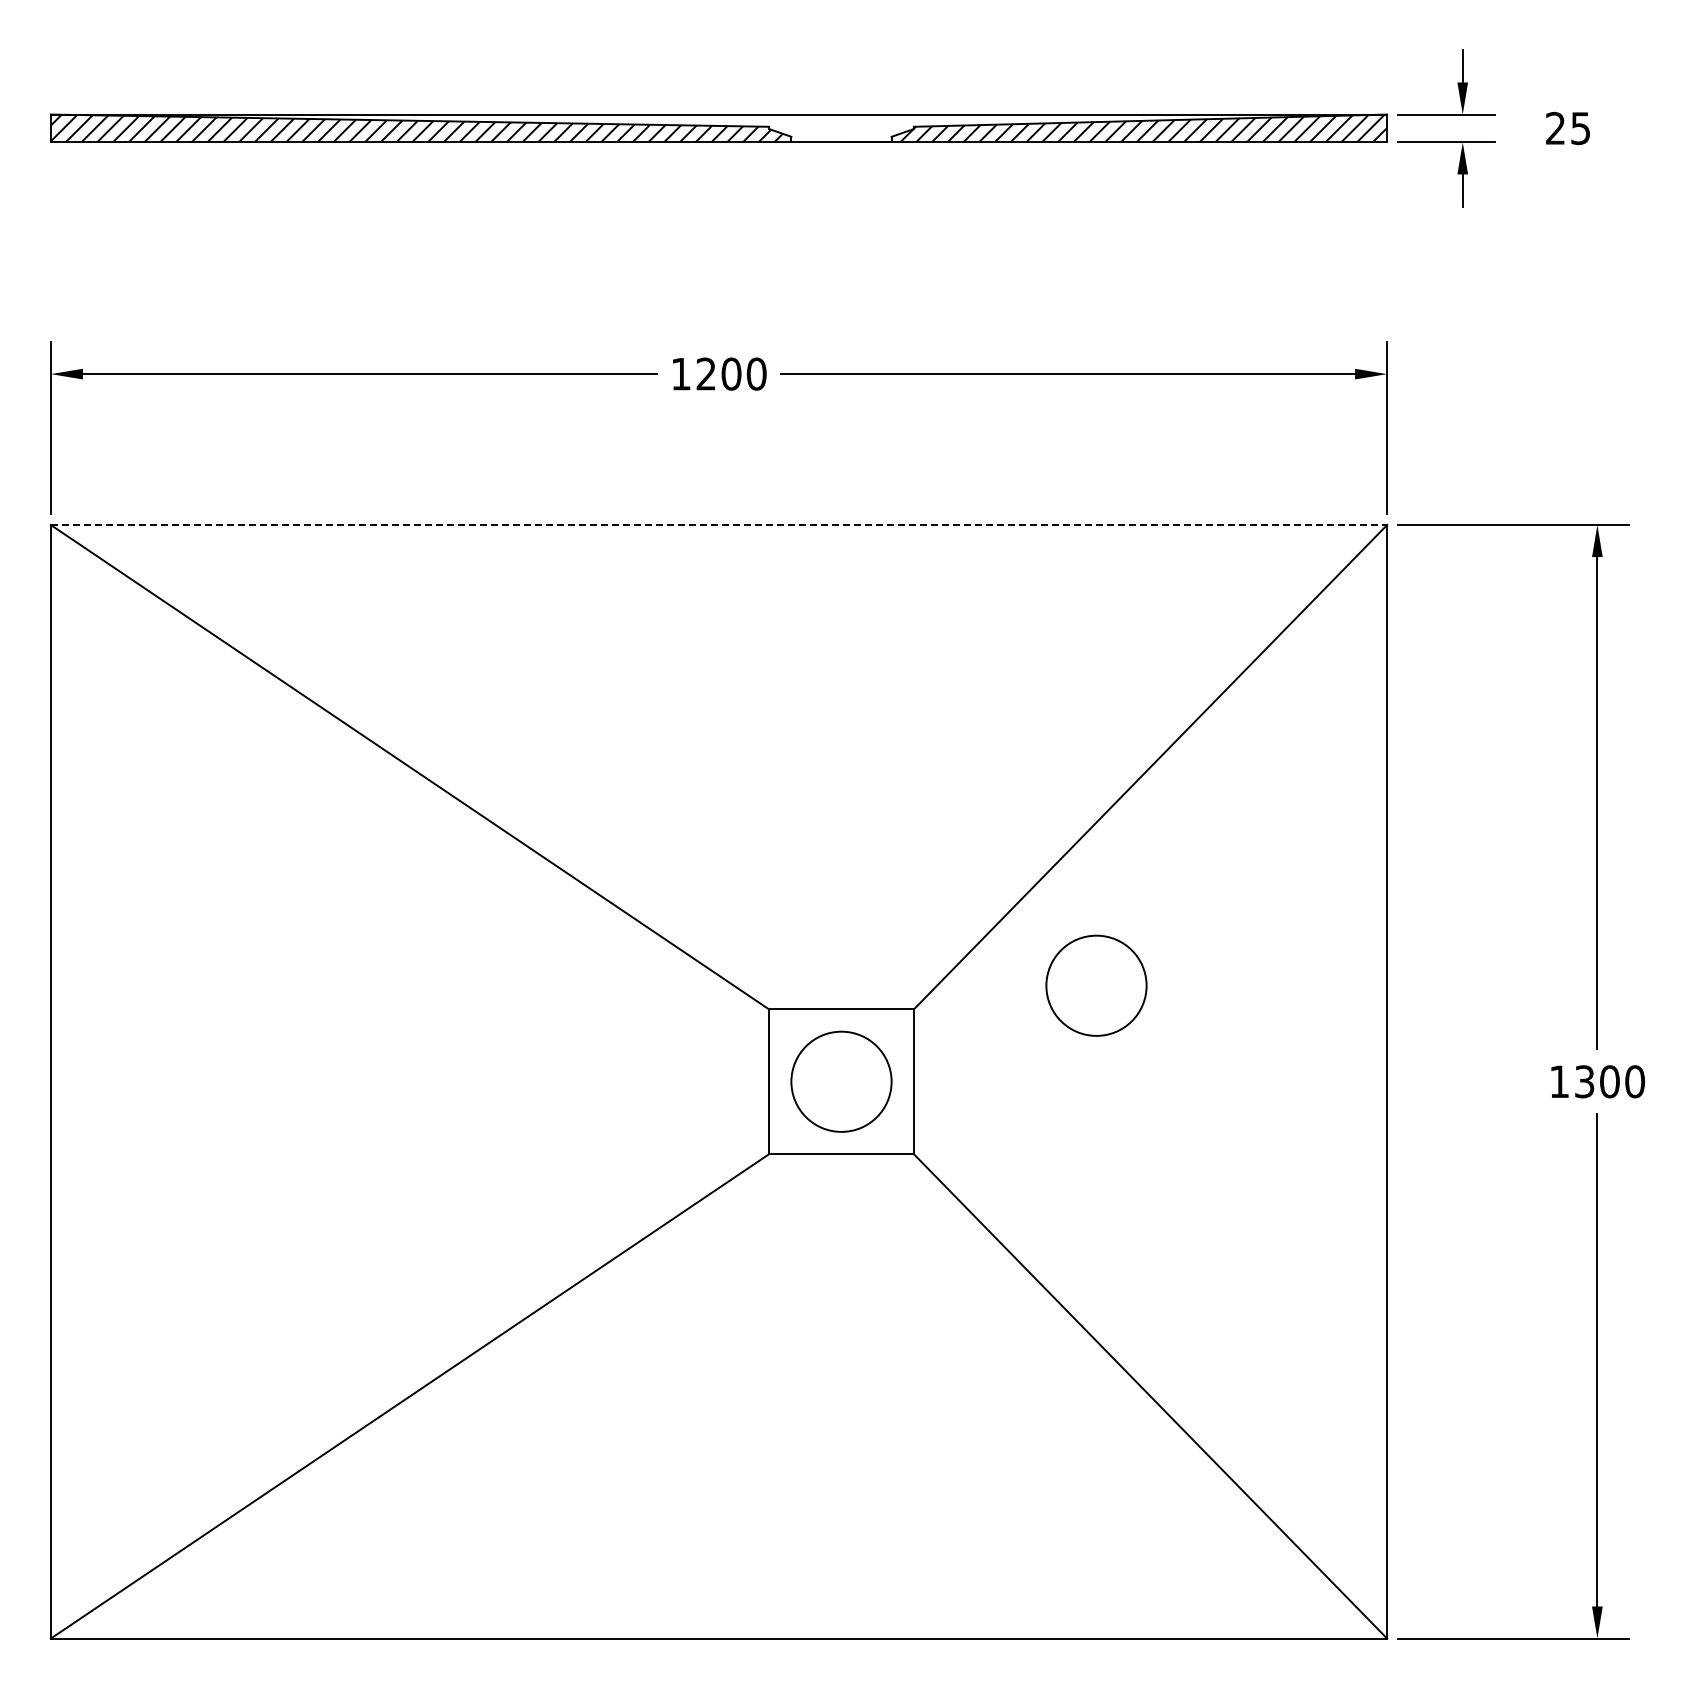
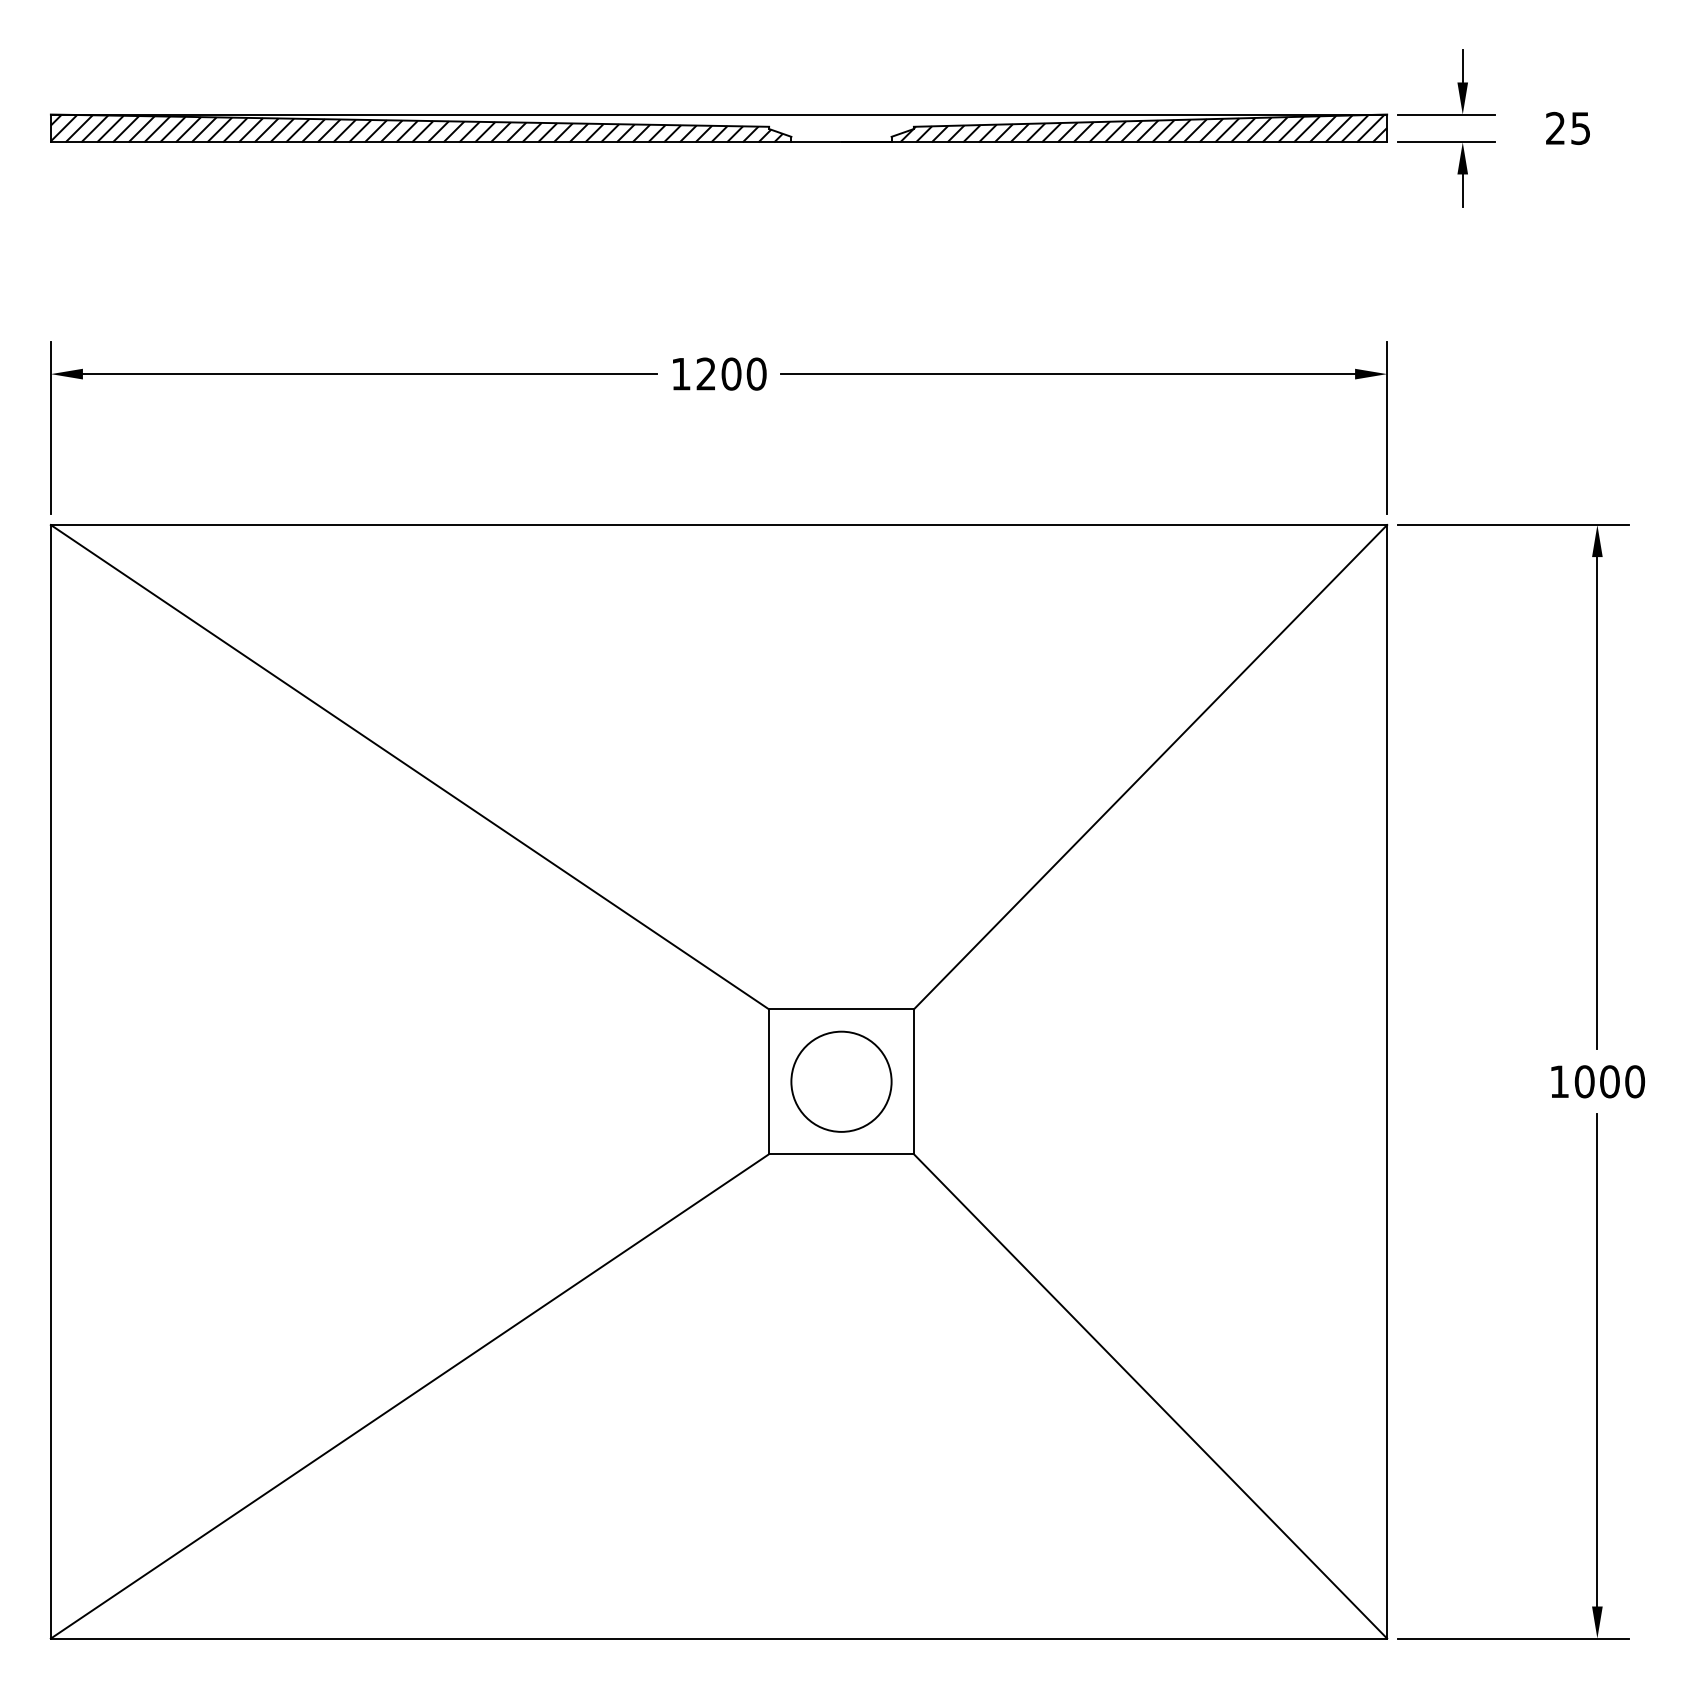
line at (719, 525): dashed -> solid
circle at (1096, 985): present -> none
text at (1584, 1081): 1300 -> 1000
